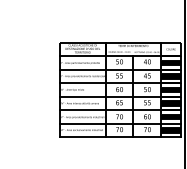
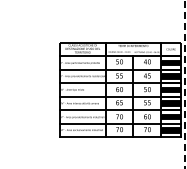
line at (185, 84): solid -> dashed
